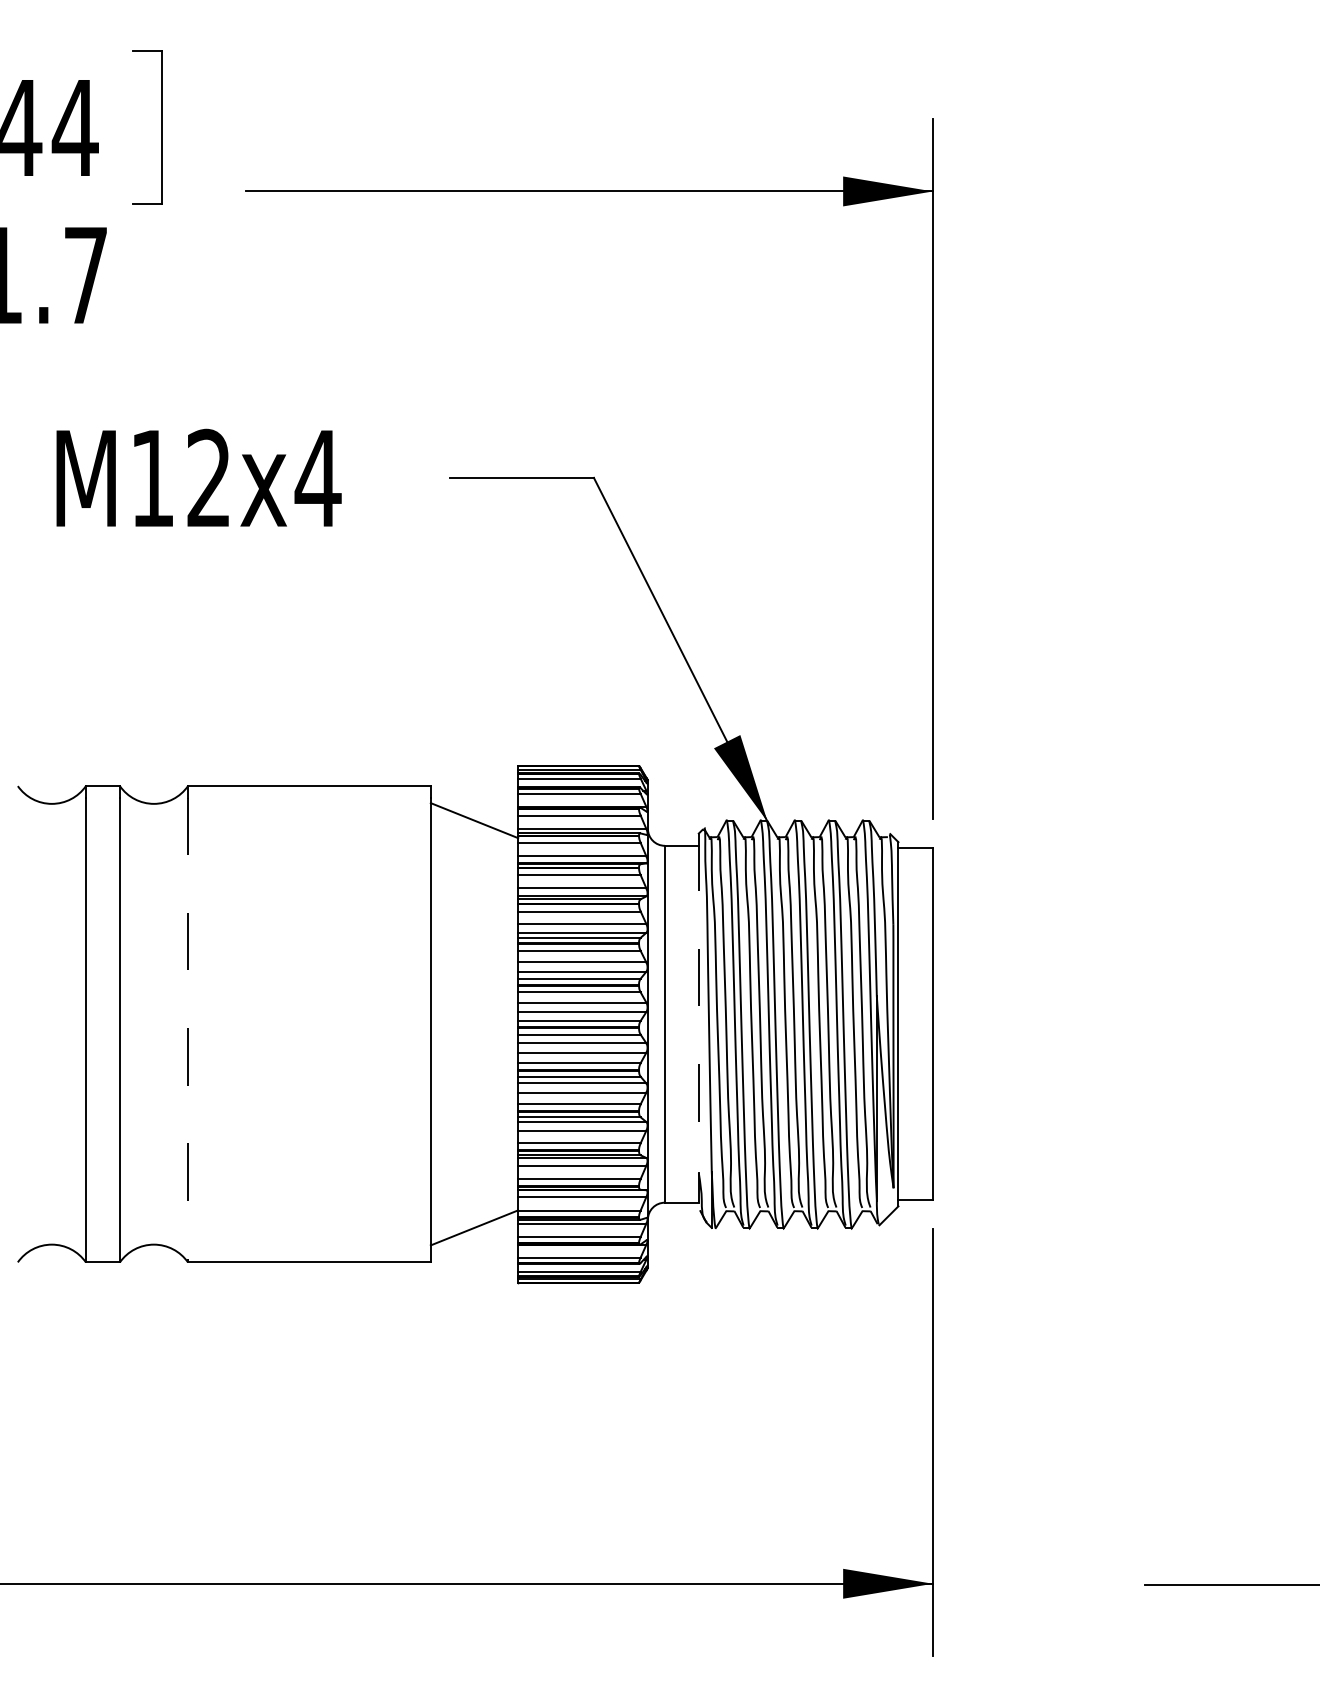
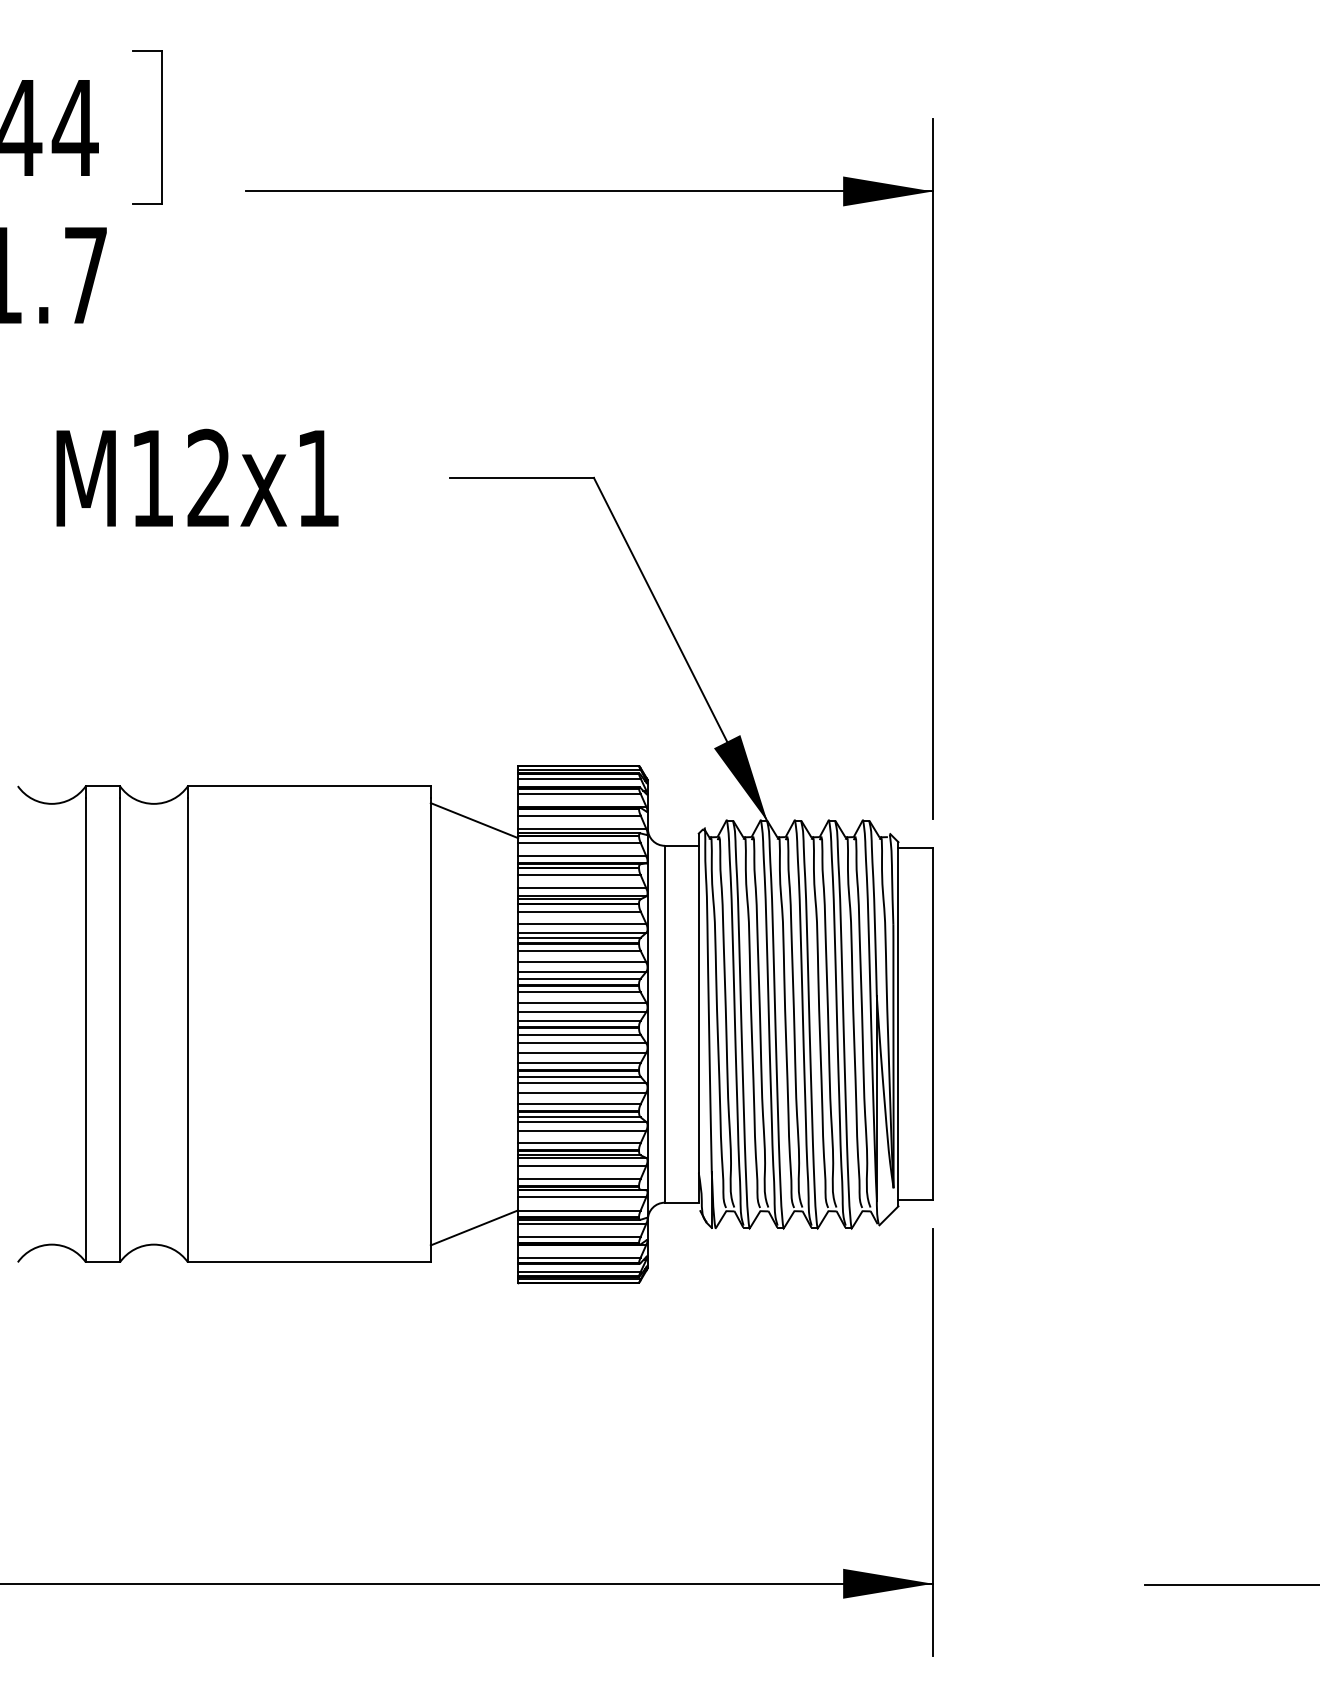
text at (317, 478): M12x4 -> M12x1
line at (698, 1003): dashed -> solid
line at (188, 1030): dashed -> solid
